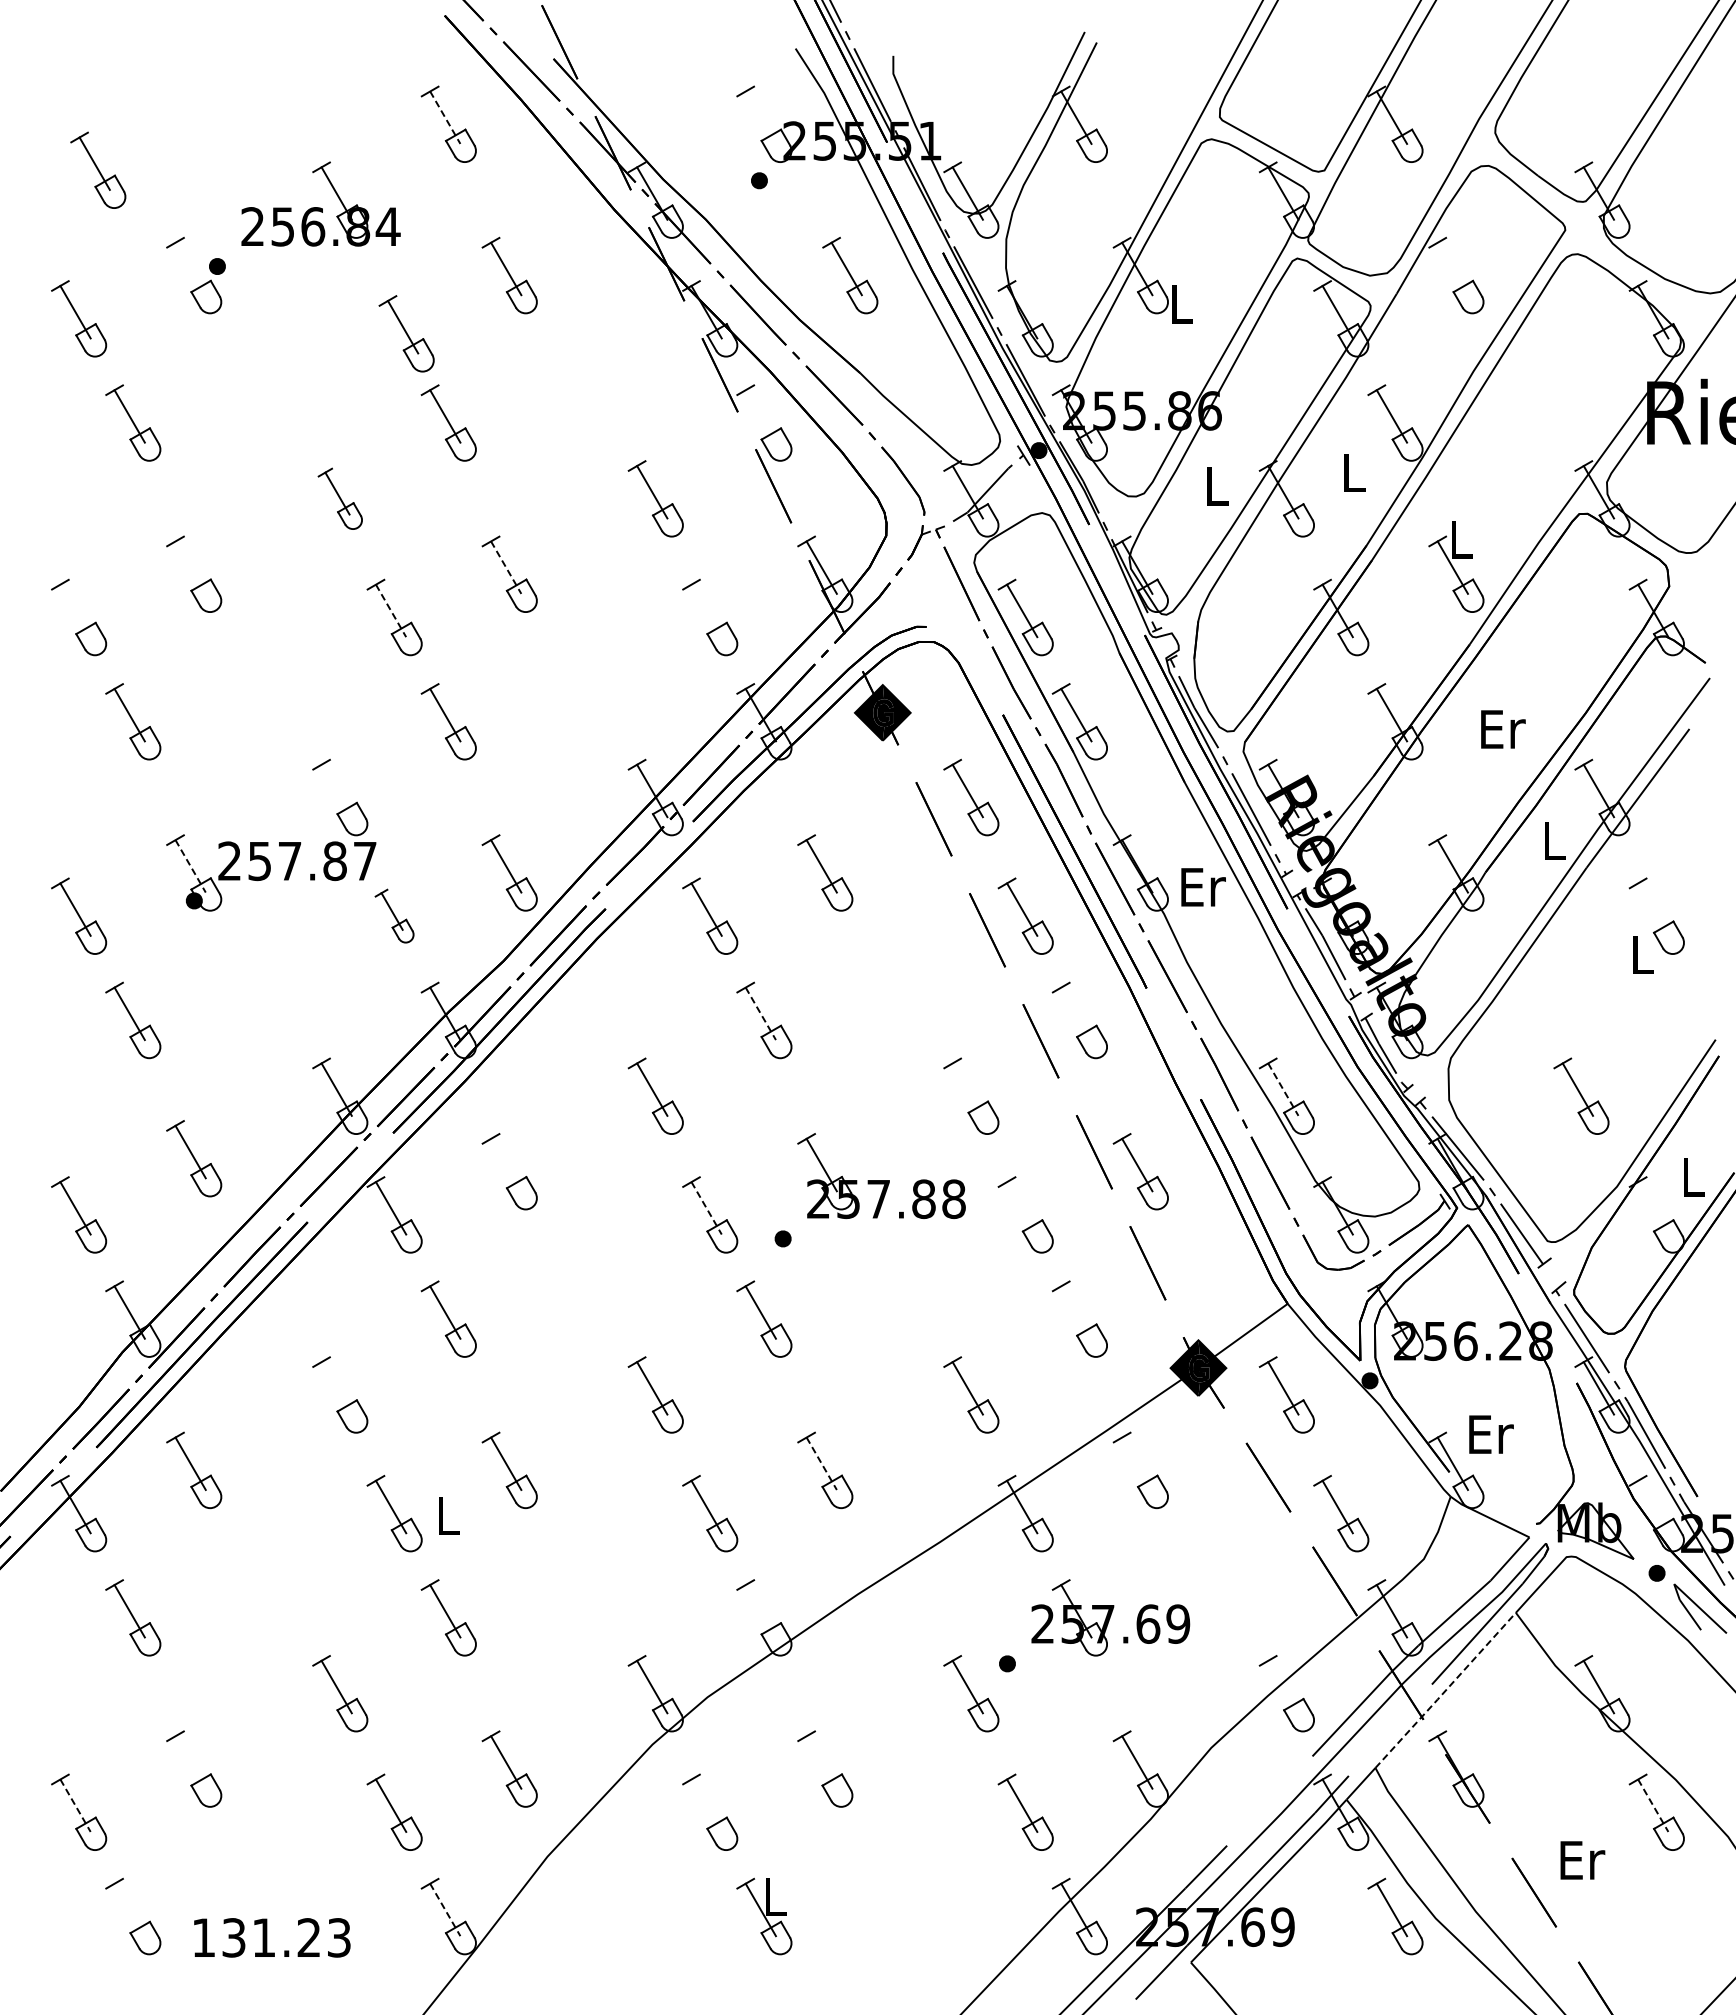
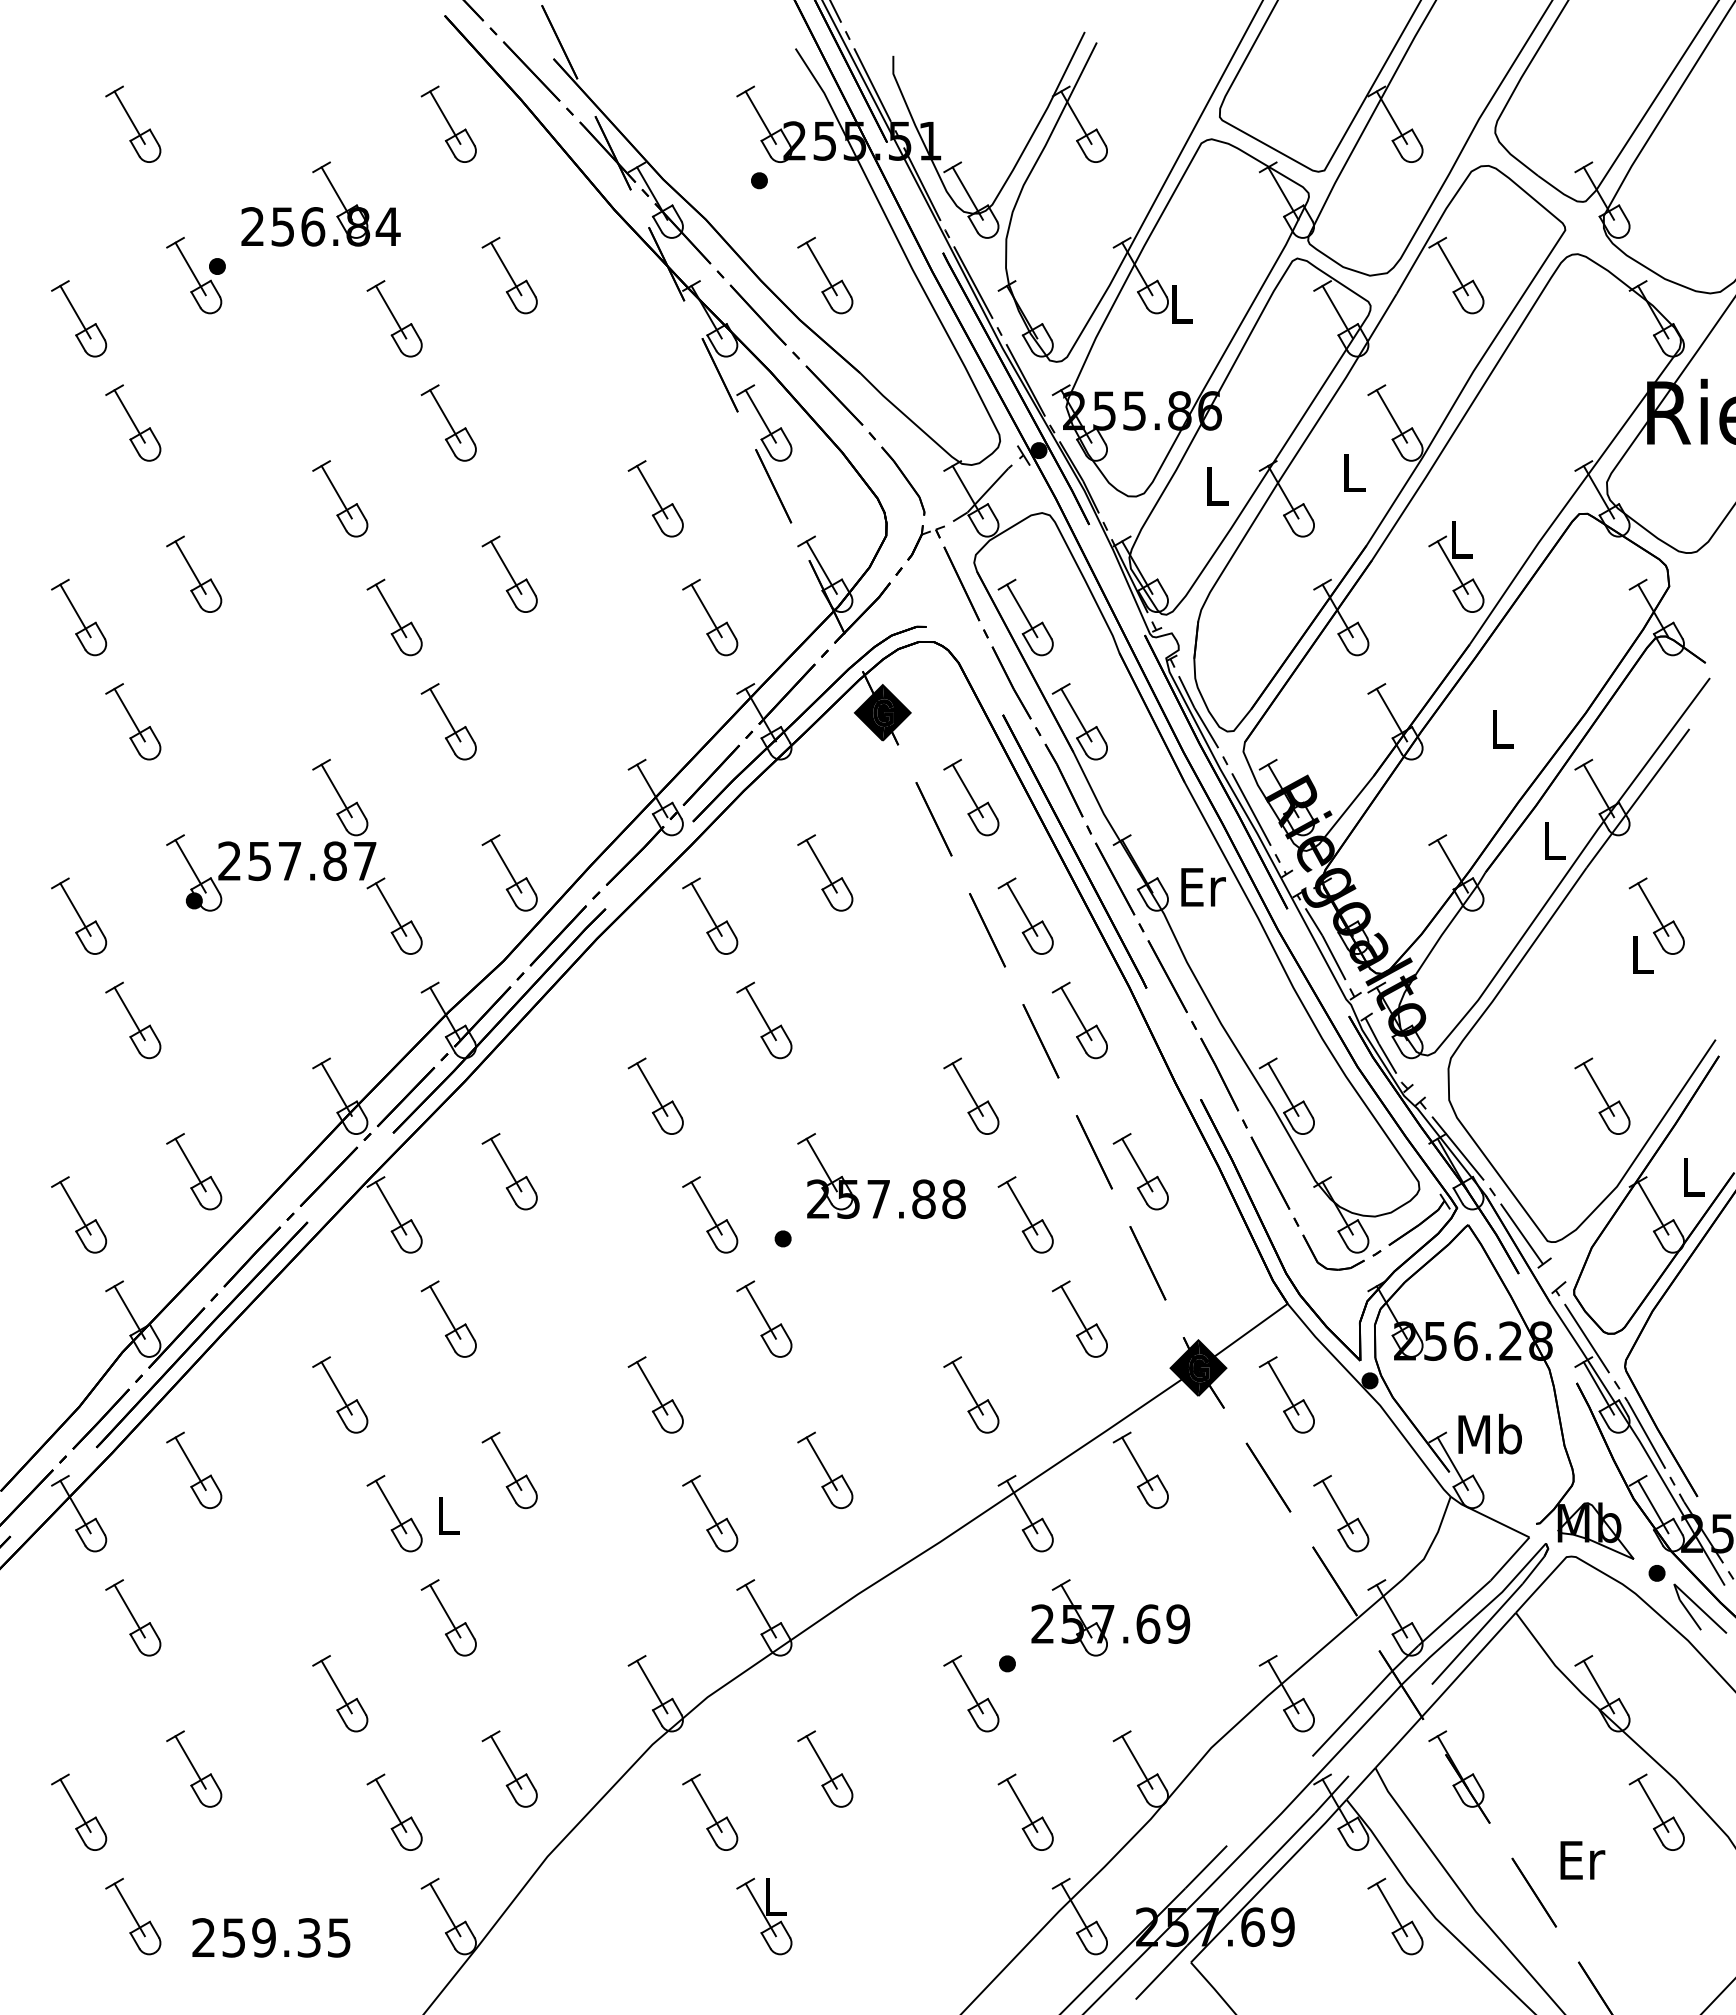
line at (760, 117): none -> present
line at (445, 118): dashed -> solid
part at (98, 169) position: (98, 169) -> (133, 123)
line at (190, 268): none -> present
line at (1452, 268): none -> present
part at (850, 275) position: (850, 275) -> (825, 275)
part at (406, 333) position: (406, 333) -> (394, 318)
line at (760, 416): none -> present
part at (339, 498) size: 46x63 px -> 57x78 px
line at (190, 567): none -> present
line at (506, 568): dashed -> solid
line at (75, 610): none -> present
line at (706, 610): none -> present
line at (391, 611): dashed -> solid
text at (1503, 729): Er -> L
line at (336, 790): none -> present
line at (190, 866): dashed -> solid
line at (1653, 909): none -> present
part at (394, 915) size: 41x56 px -> 57x78 px
line at (1076, 1013): none -> present
line at (761, 1014): dashed -> solid
line at (967, 1089): none -> present
line at (1283, 1090): dashed -> solid
part at (1581, 1095) position: (1581, 1095) -> (1602, 1095)
part at (194, 1158) position: (194, 1158) -> (194, 1171)
line at (506, 1164): none -> present
line at (706, 1208): dashed -> solid
line at (1022, 1208): none -> present
line at (1653, 1208): none -> present
line at (1076, 1312): none -> present
line at (336, 1388): none -> present
text at (1489, 1433): Er -> Mb
line at (1137, 1463): none -> present
line at (822, 1464): dashed -> solid
line at (1653, 1506): none -> present
line at (760, 1611): none -> present
line at (1283, 1686): none -> present
line at (1445, 1690): dashed -> solid
line at (190, 1762): none -> present
line at (821, 1762): none -> present
line at (706, 1805): none -> present
line at (75, 1806): dashed -> solid
line at (1653, 1806): dashed -> solid
line at (129, 1909): none -> present
line at (445, 1910): dashed -> solid
text at (271, 1937): 131.23 -> 259.35
